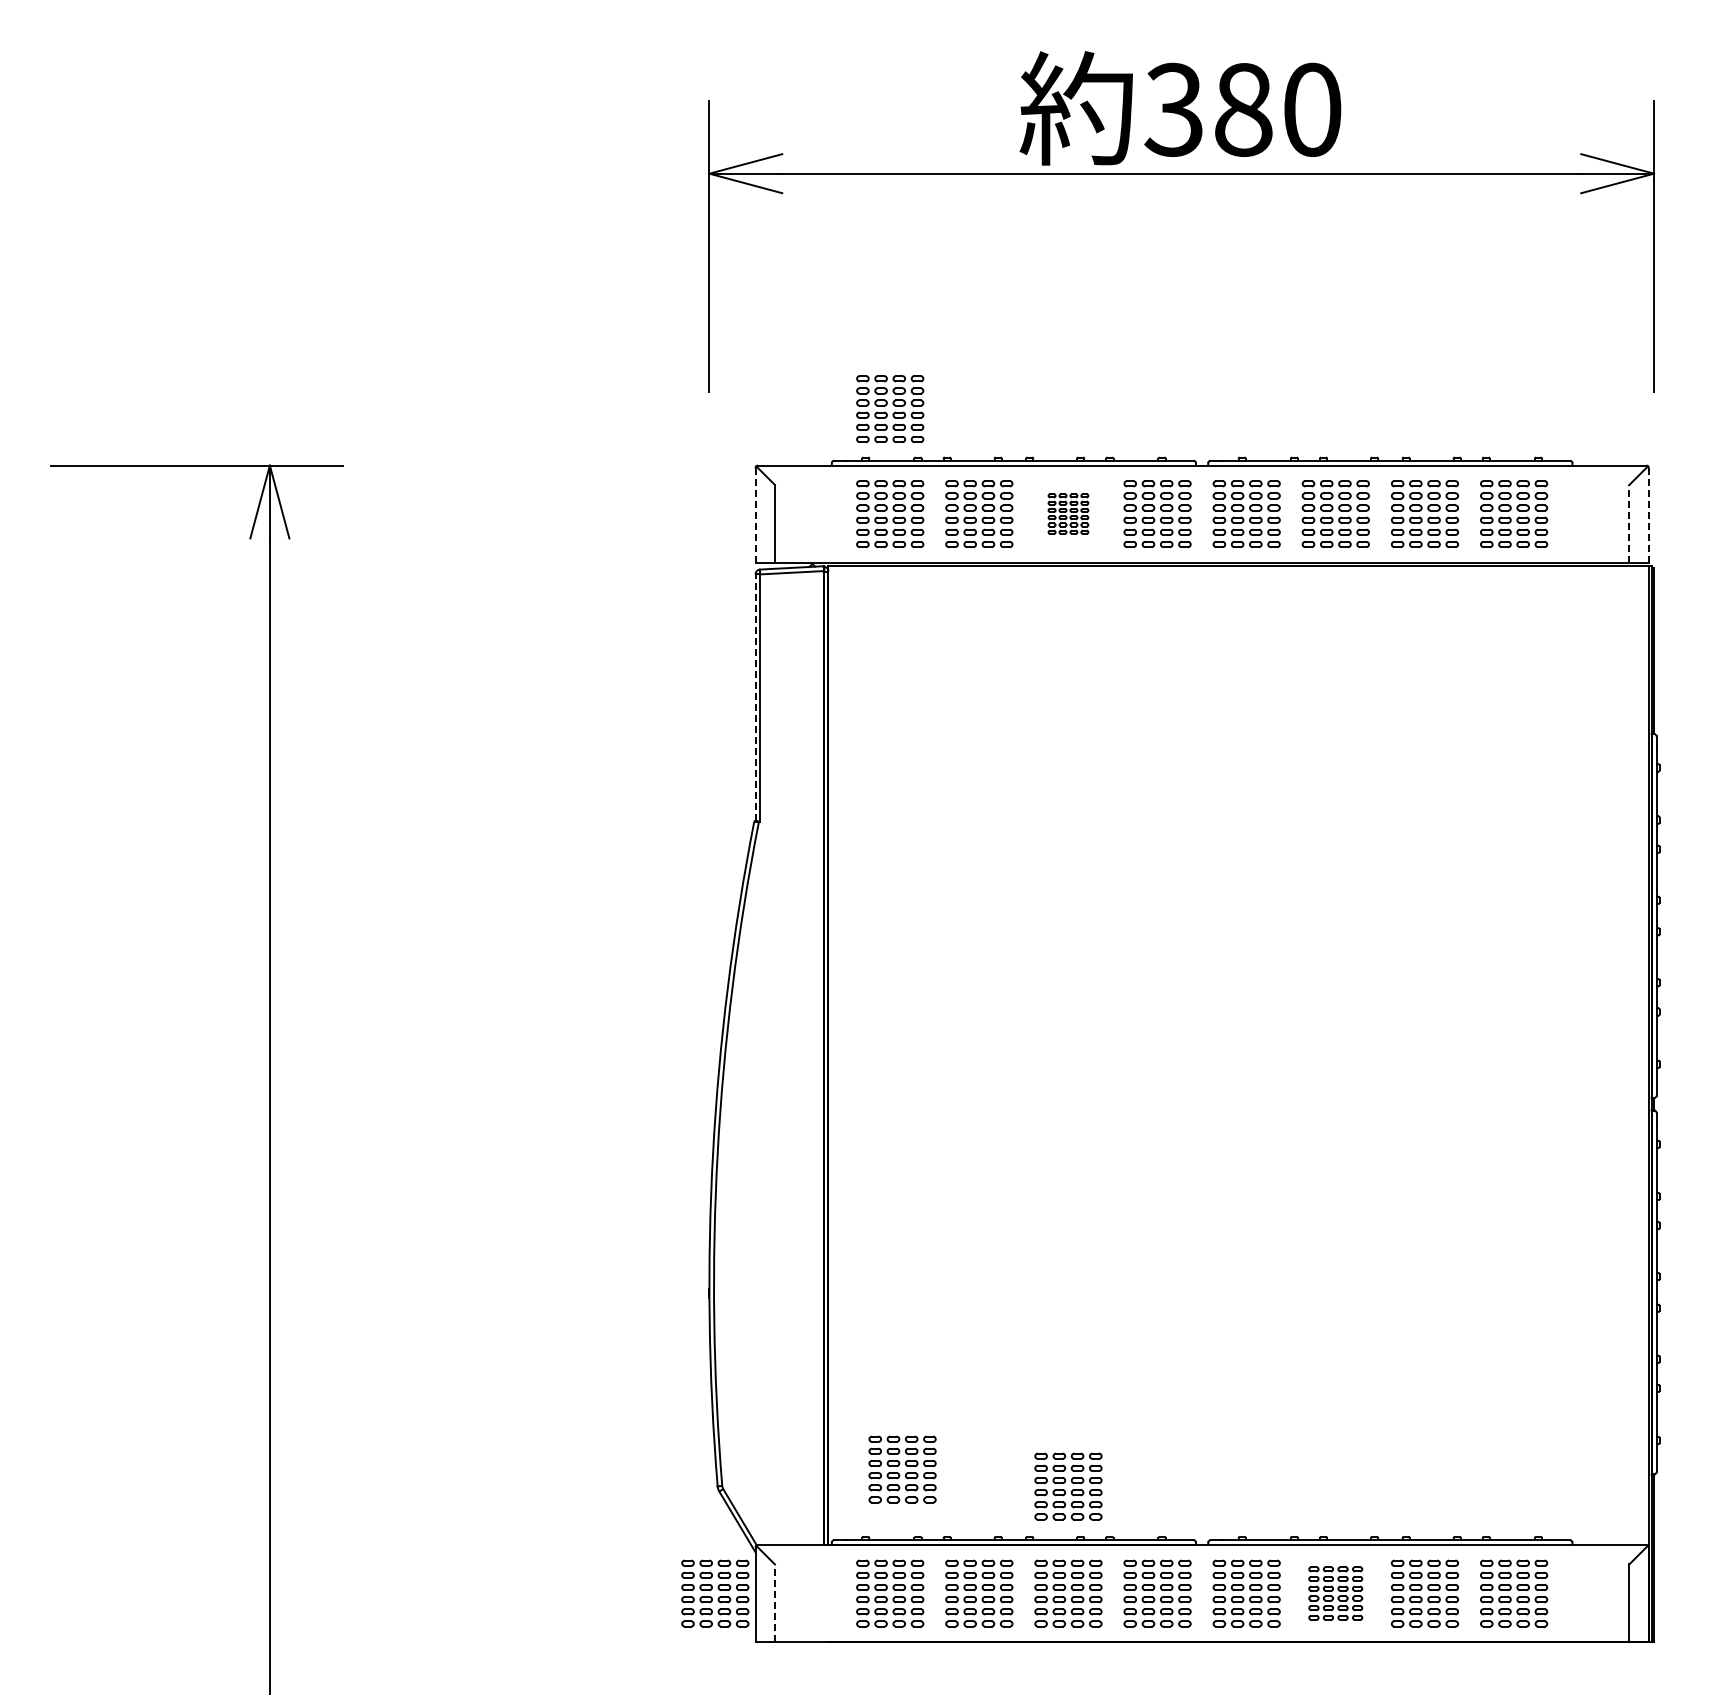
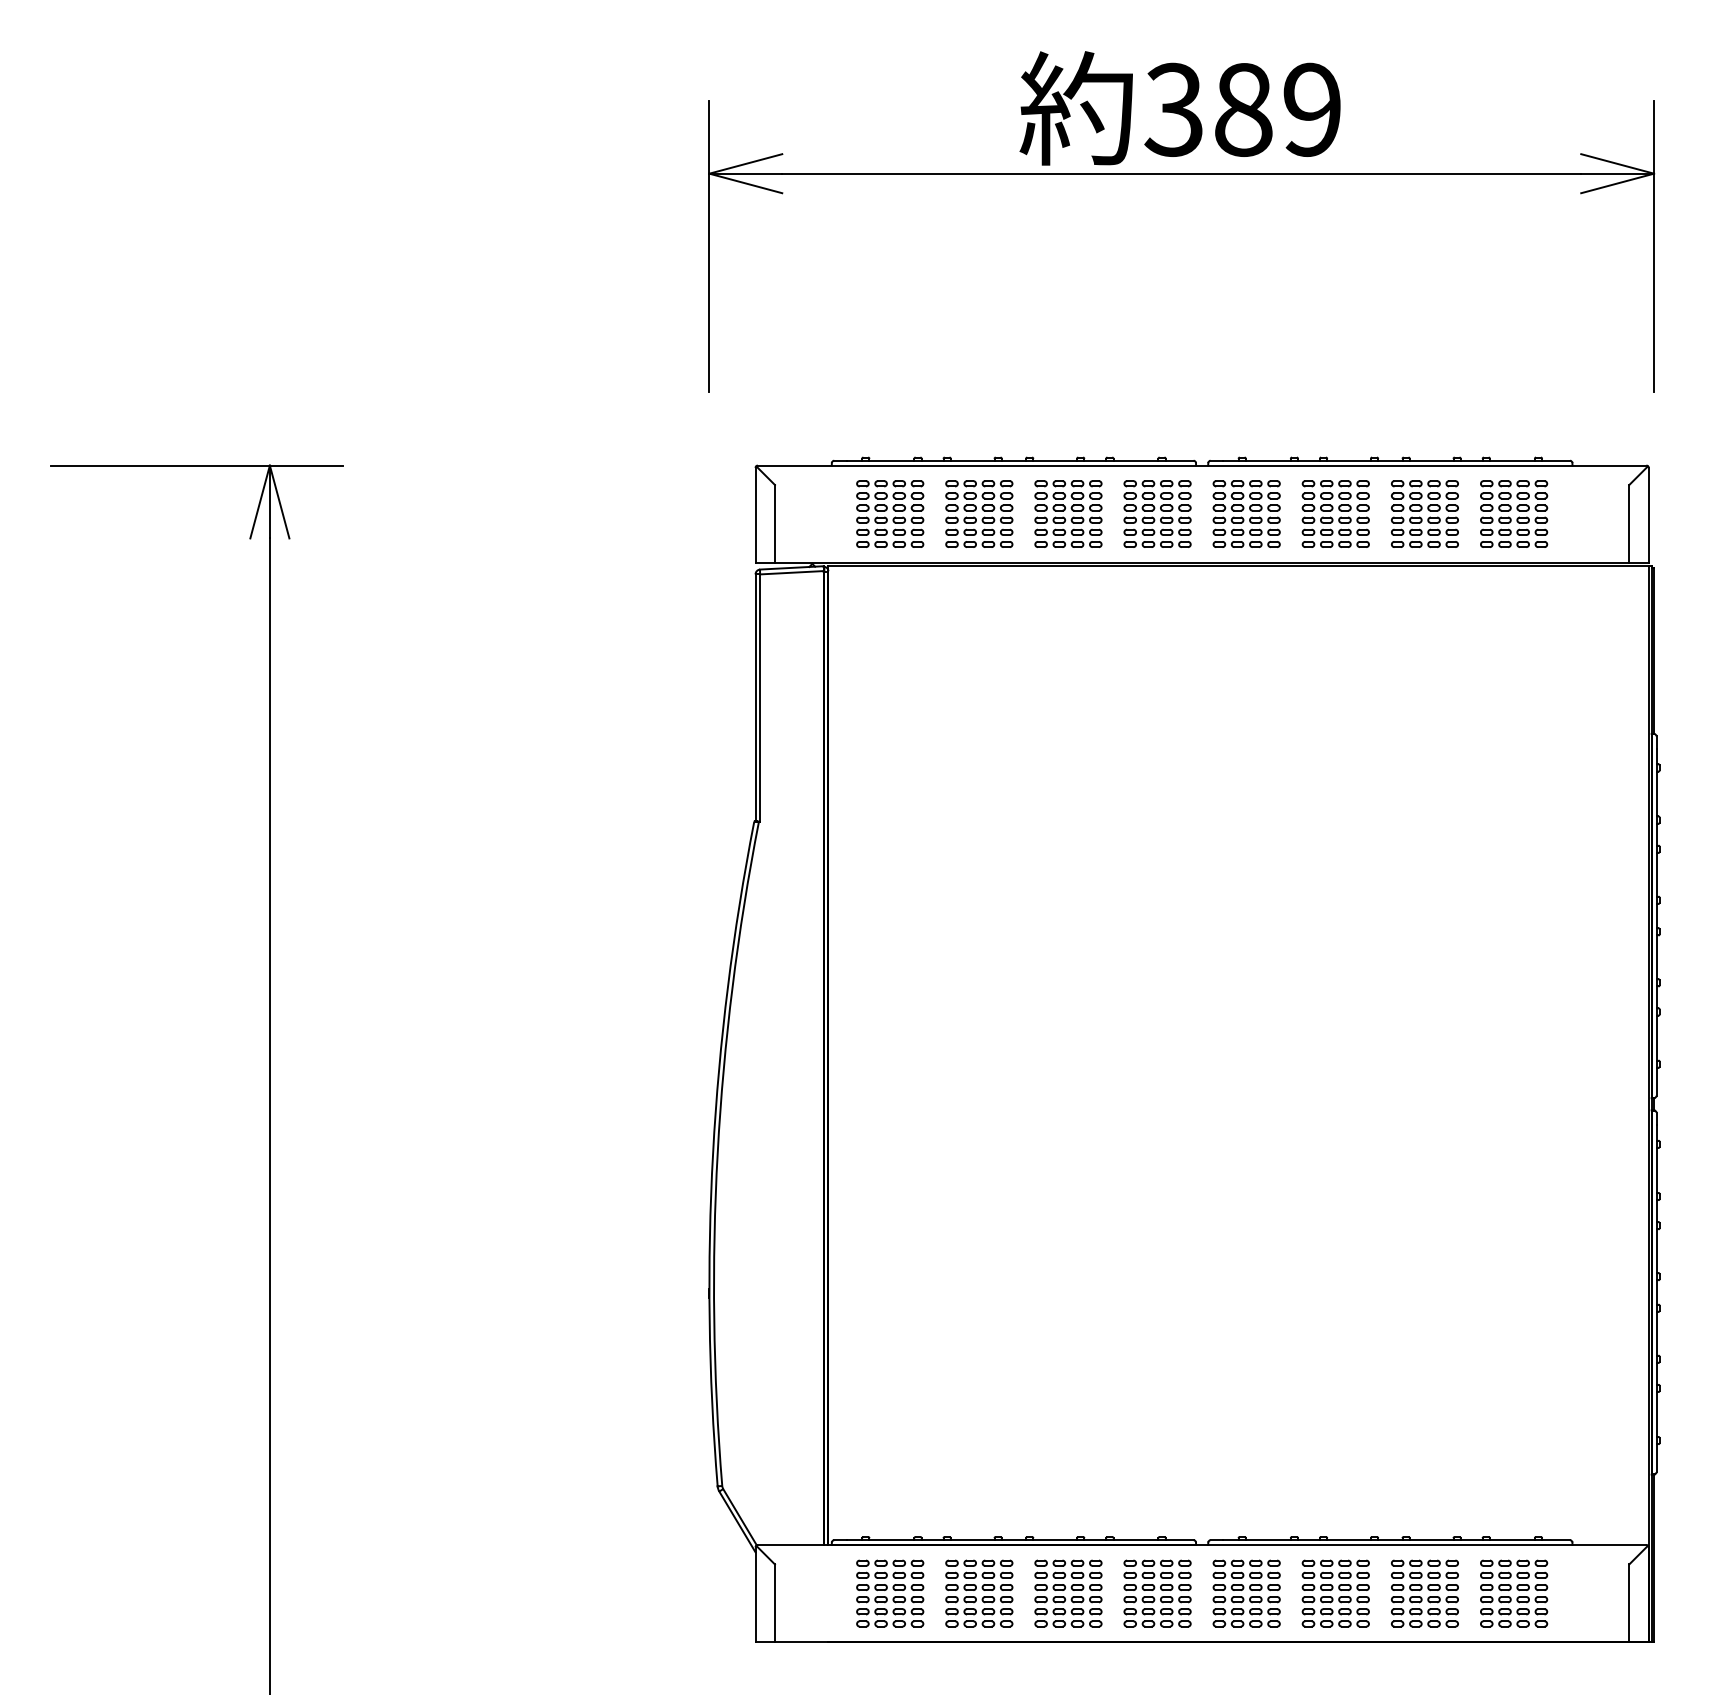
text at (1312, 109): 380 -> 389
part at (890, 408): present -> none
part at (1068, 513) size: 43x42 px -> 69x68 px
line at (1648, 514): dashed -> solid
line at (755, 515): dashed -> solid
line at (1629, 523): dashed -> solid
line at (755, 697): dashed -> solid
part at (902, 1469): present -> none
part at (1068, 1486): present -> none
part at (715, 1593): present -> none
part at (1335, 1593) size: 56x55 px -> 69x69 px
line at (774, 1603): dashed -> solid
